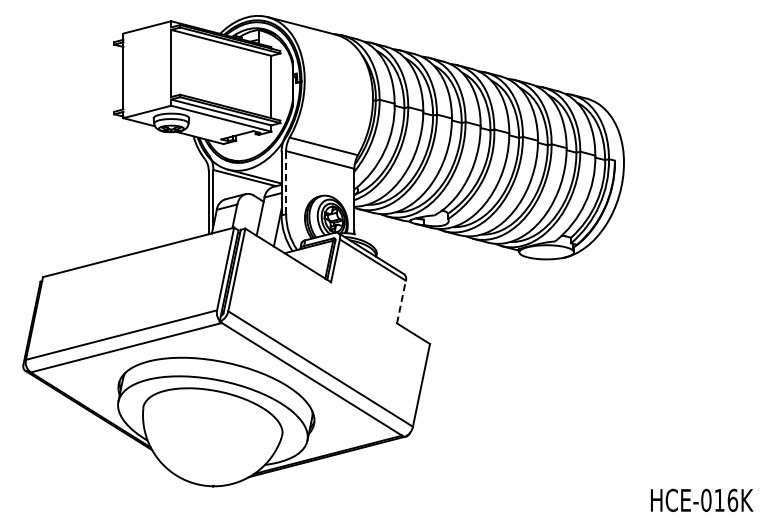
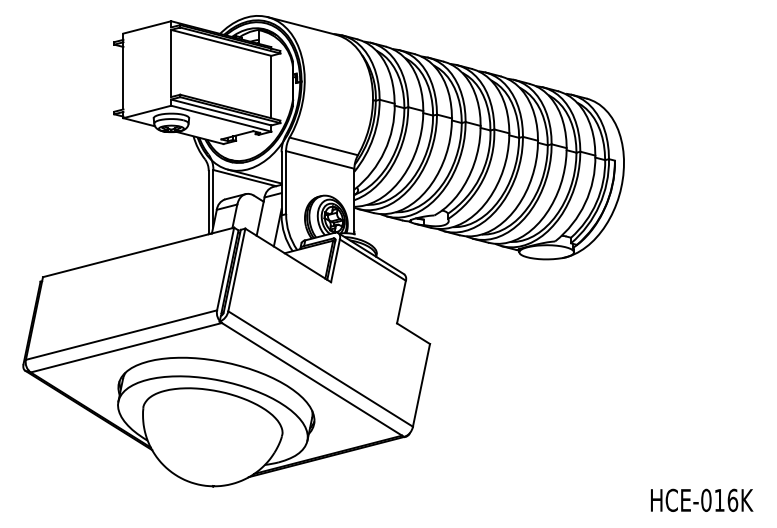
line at (286, 182): dashed -> solid
line at (401, 302): dashed -> solid
